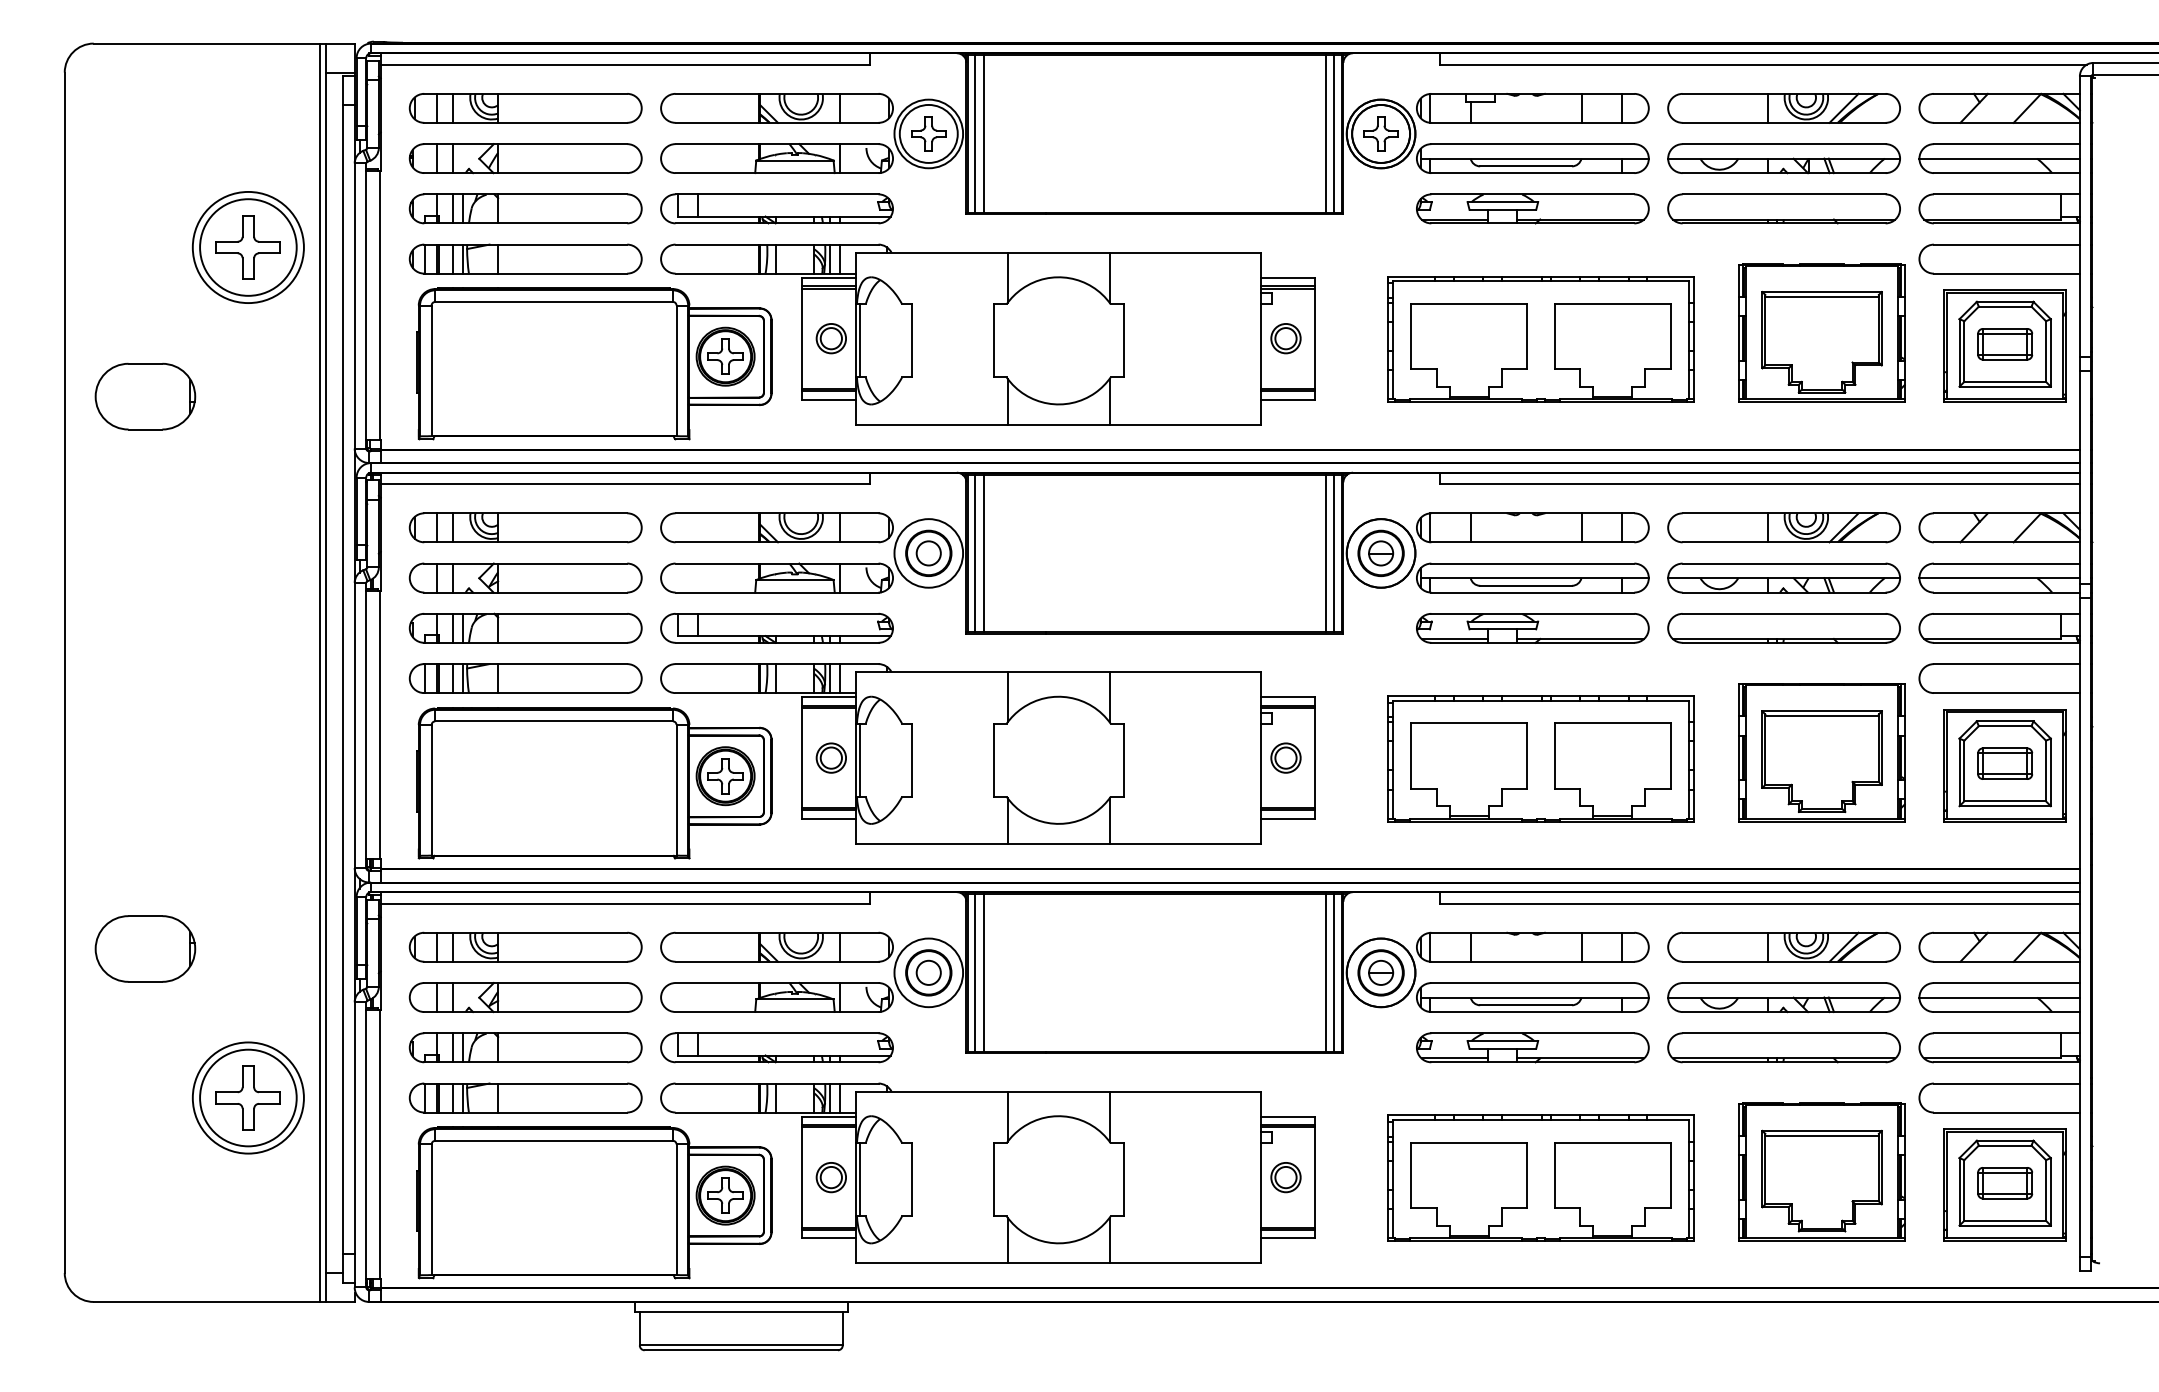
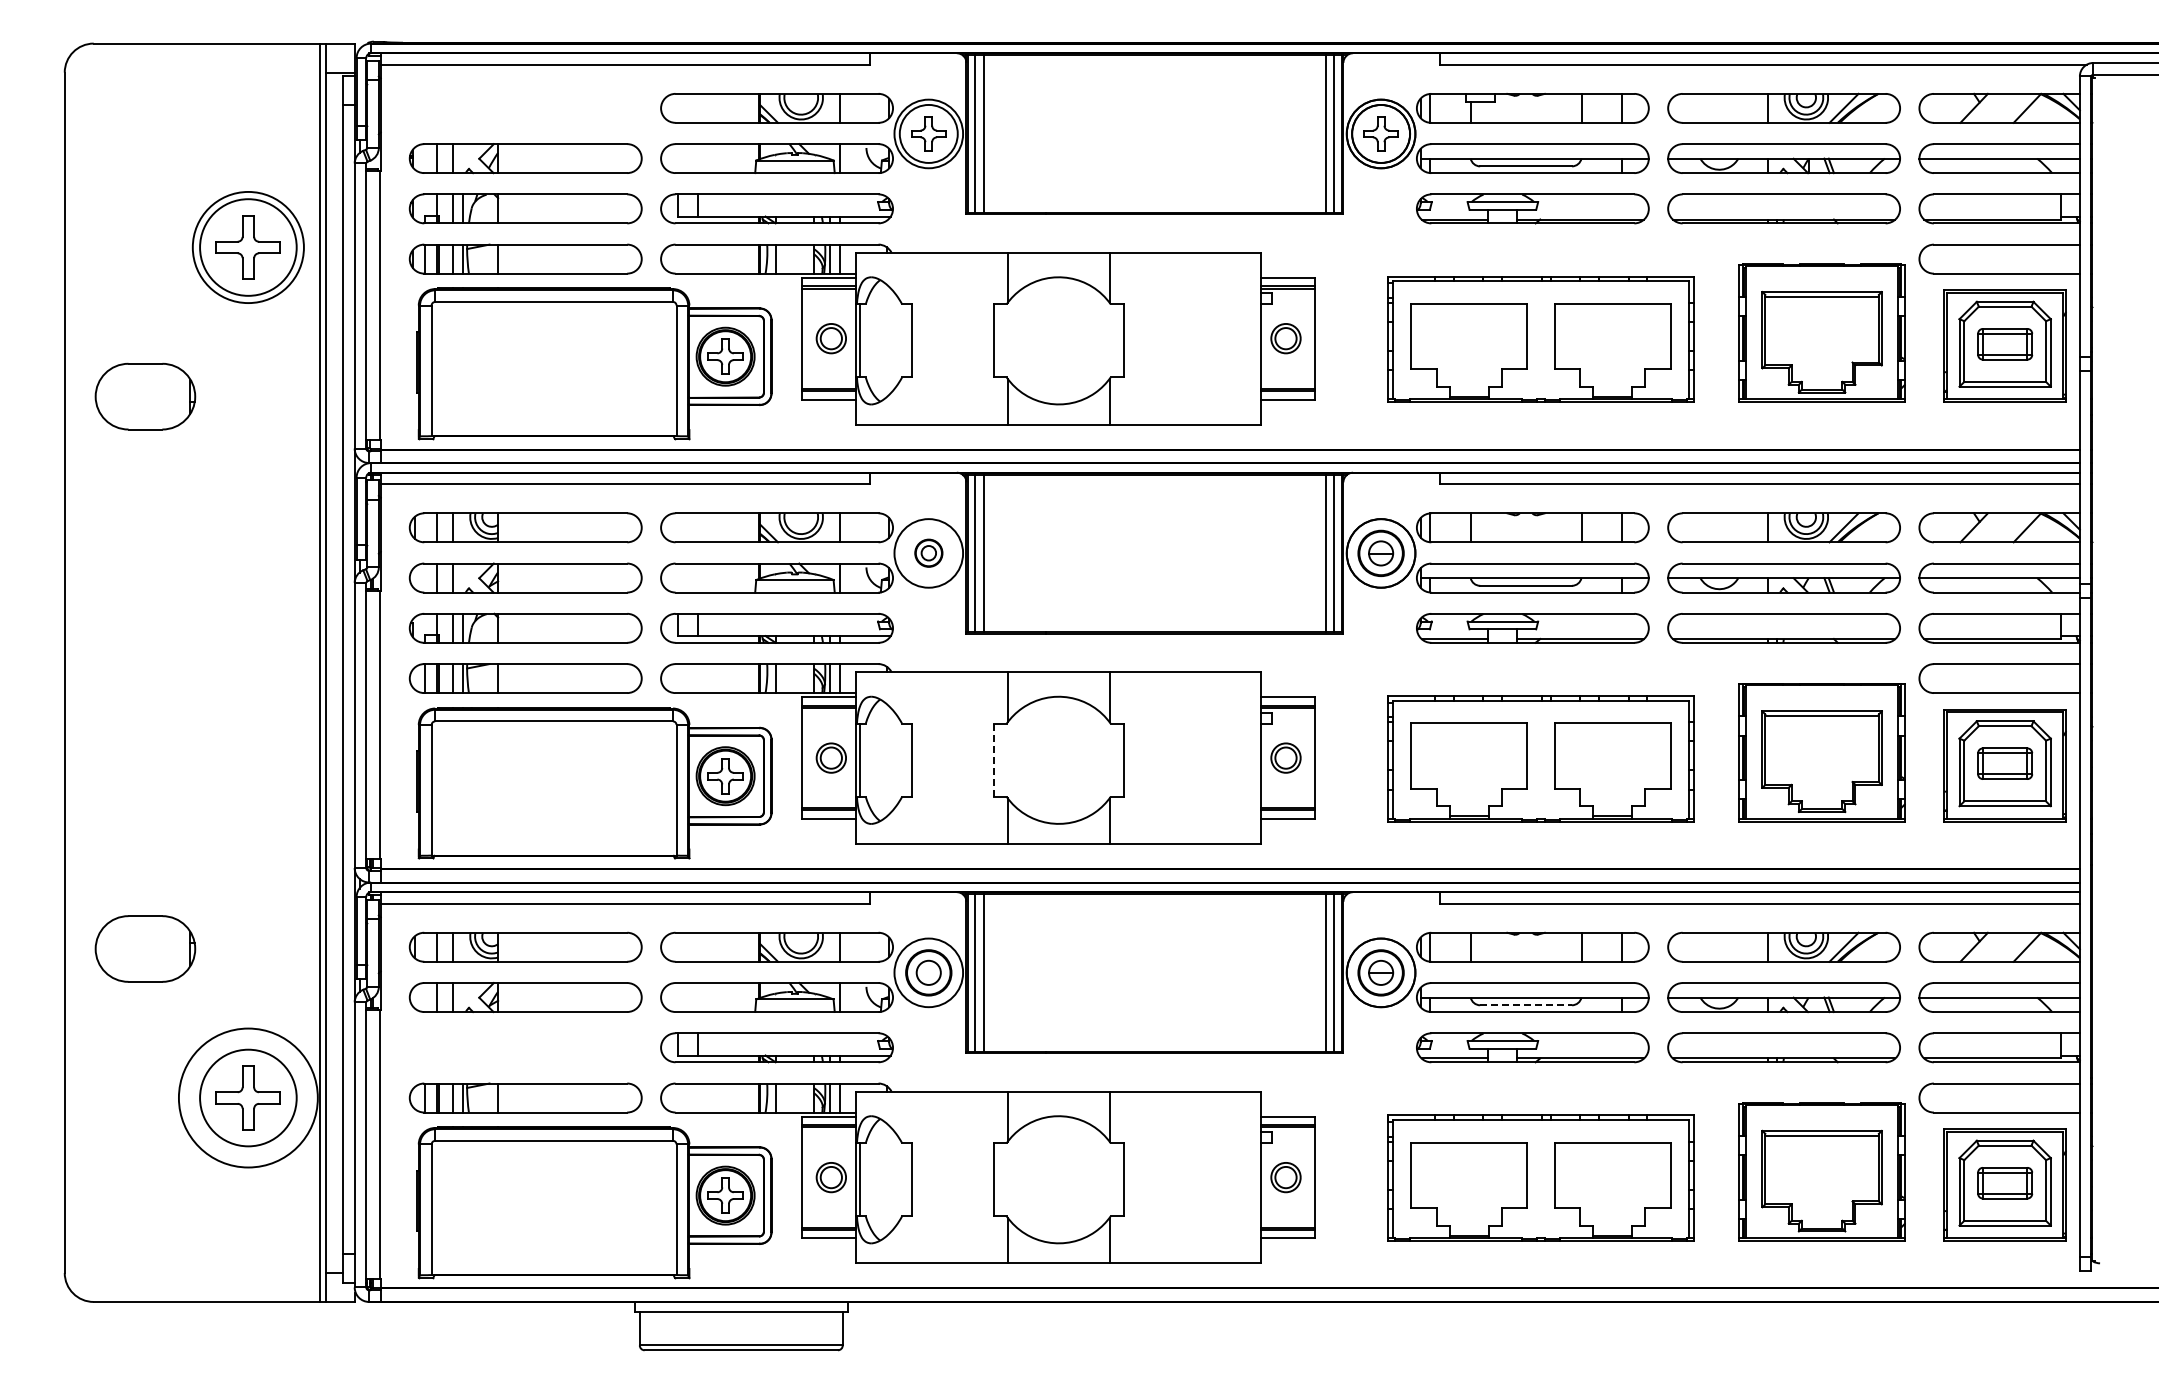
part at (525, 108): present -> none
part at (928, 552) size: 48x48 px -> 30x30 px
line at (993, 760): solid -> dashed
line at (1526, 1005): solid -> dashed
part at (525, 1047): present -> none
circle at (247, 1097) diameter: 111 px -> 139 px
